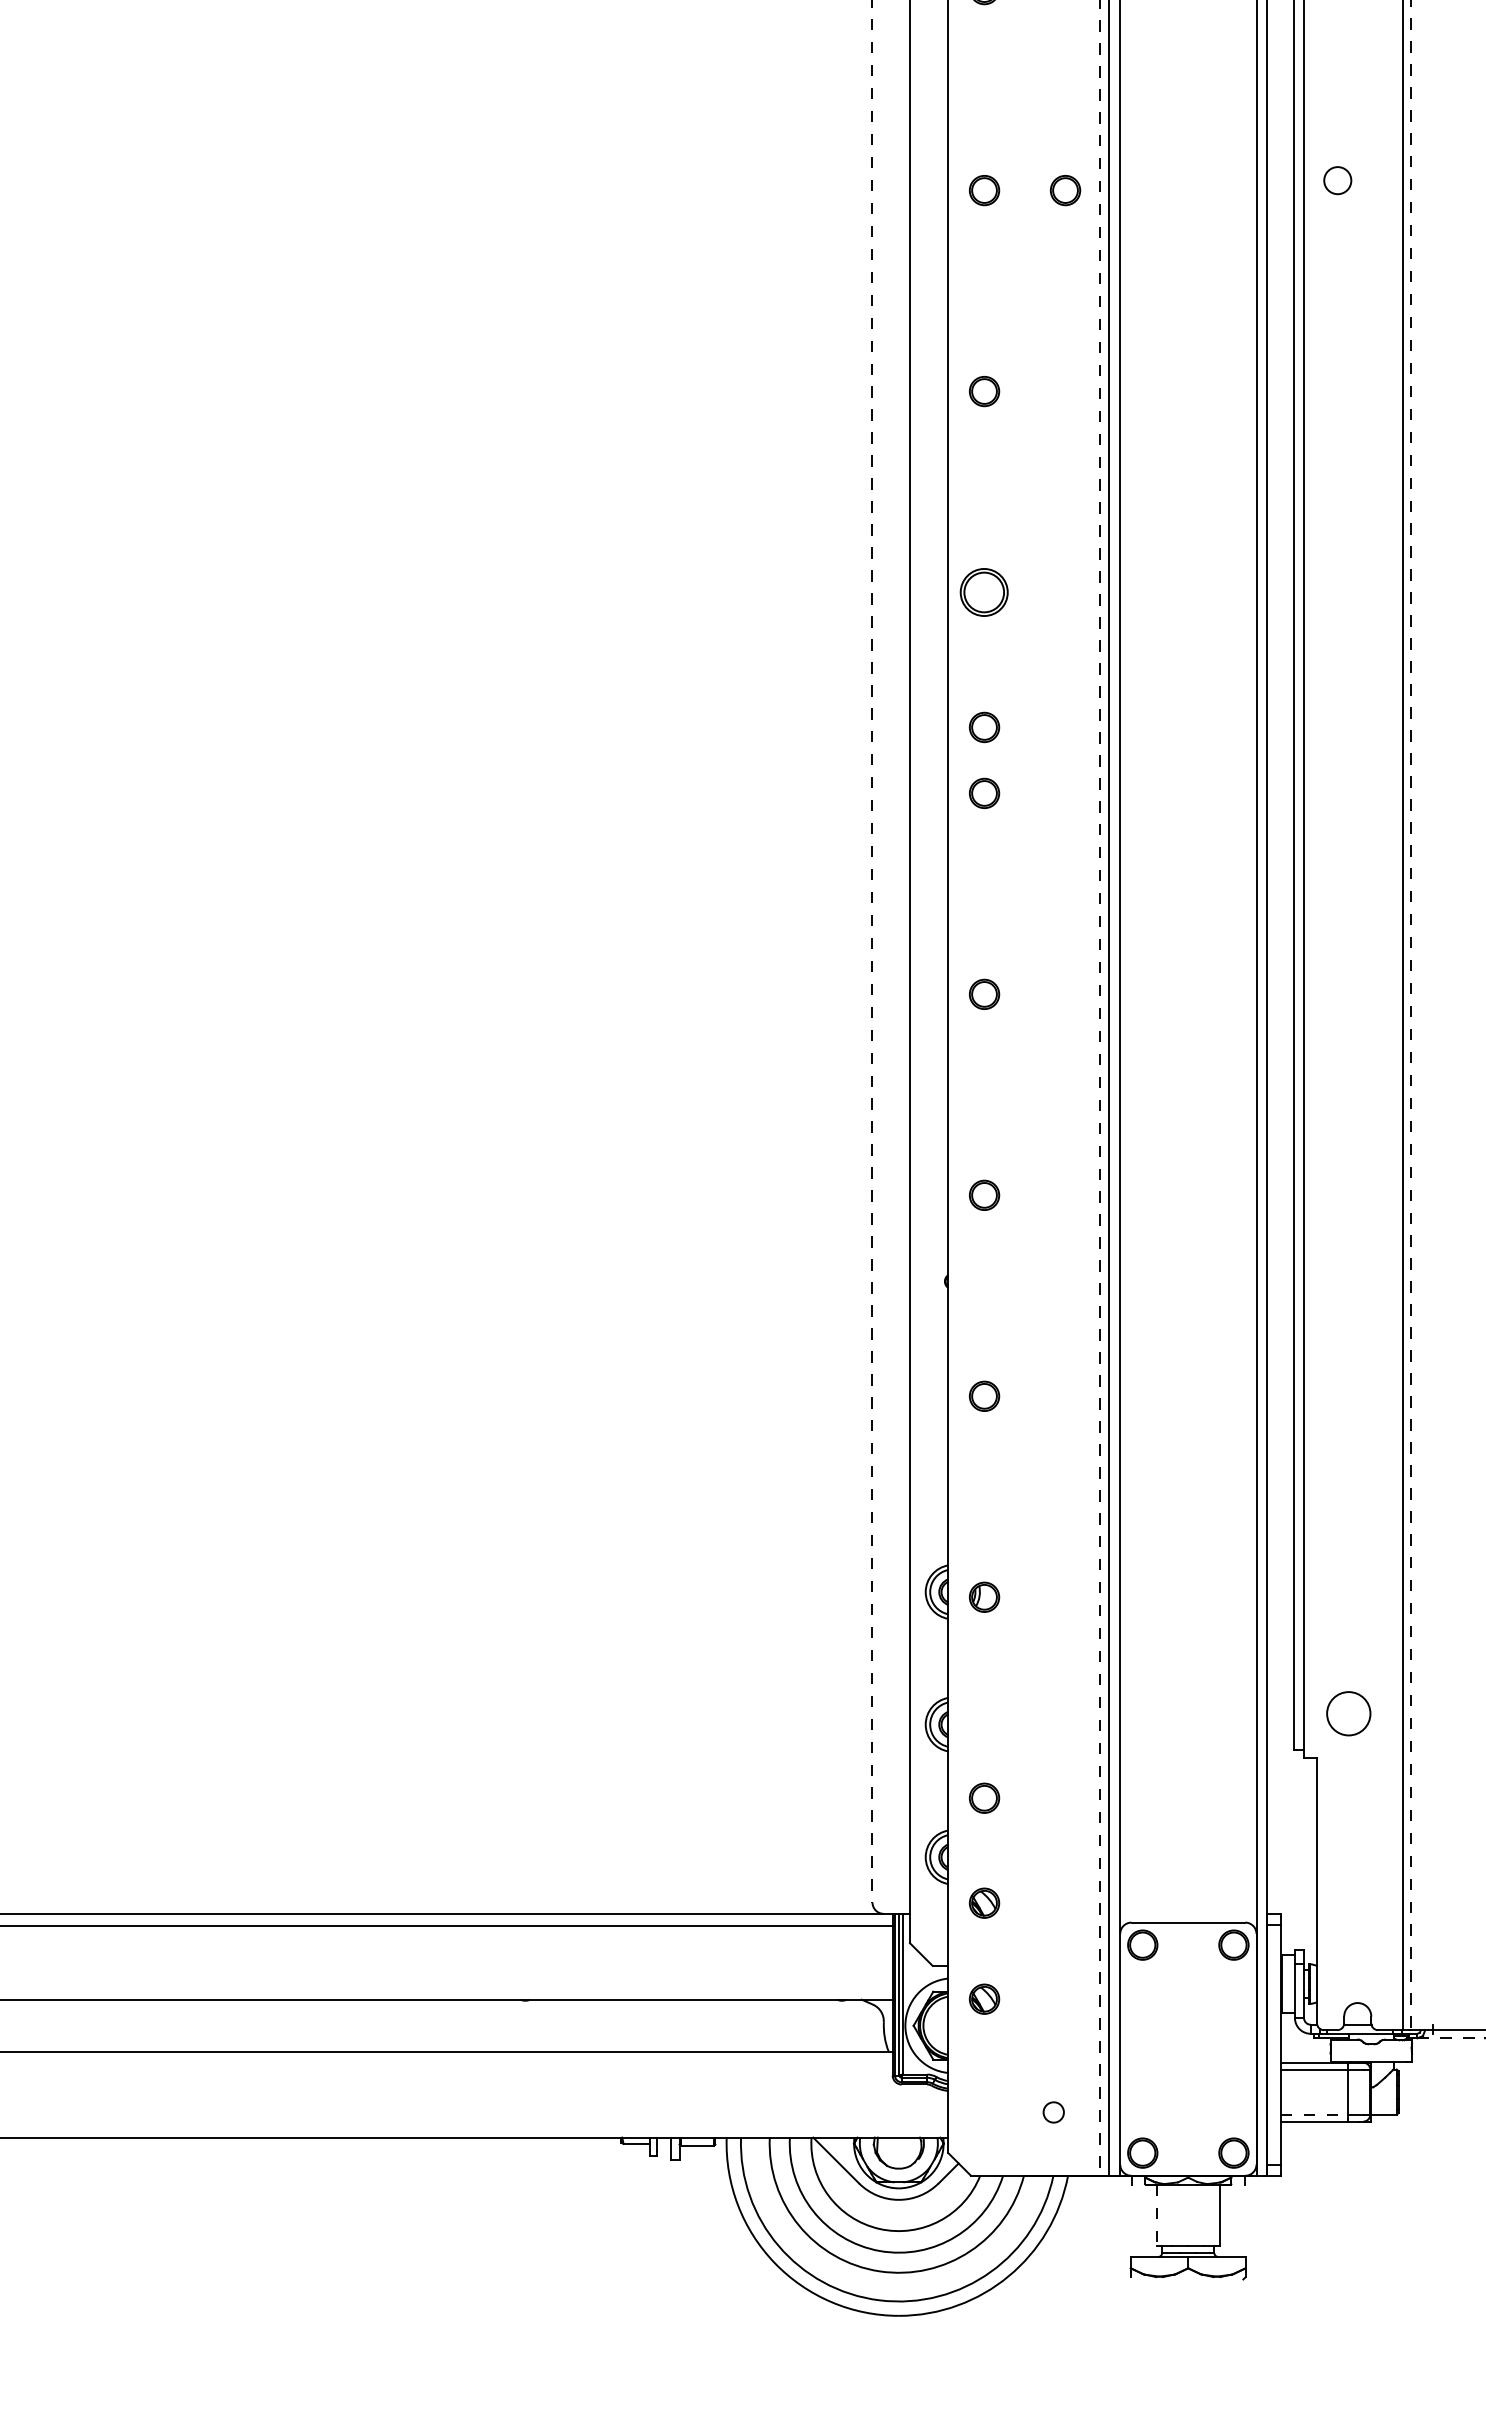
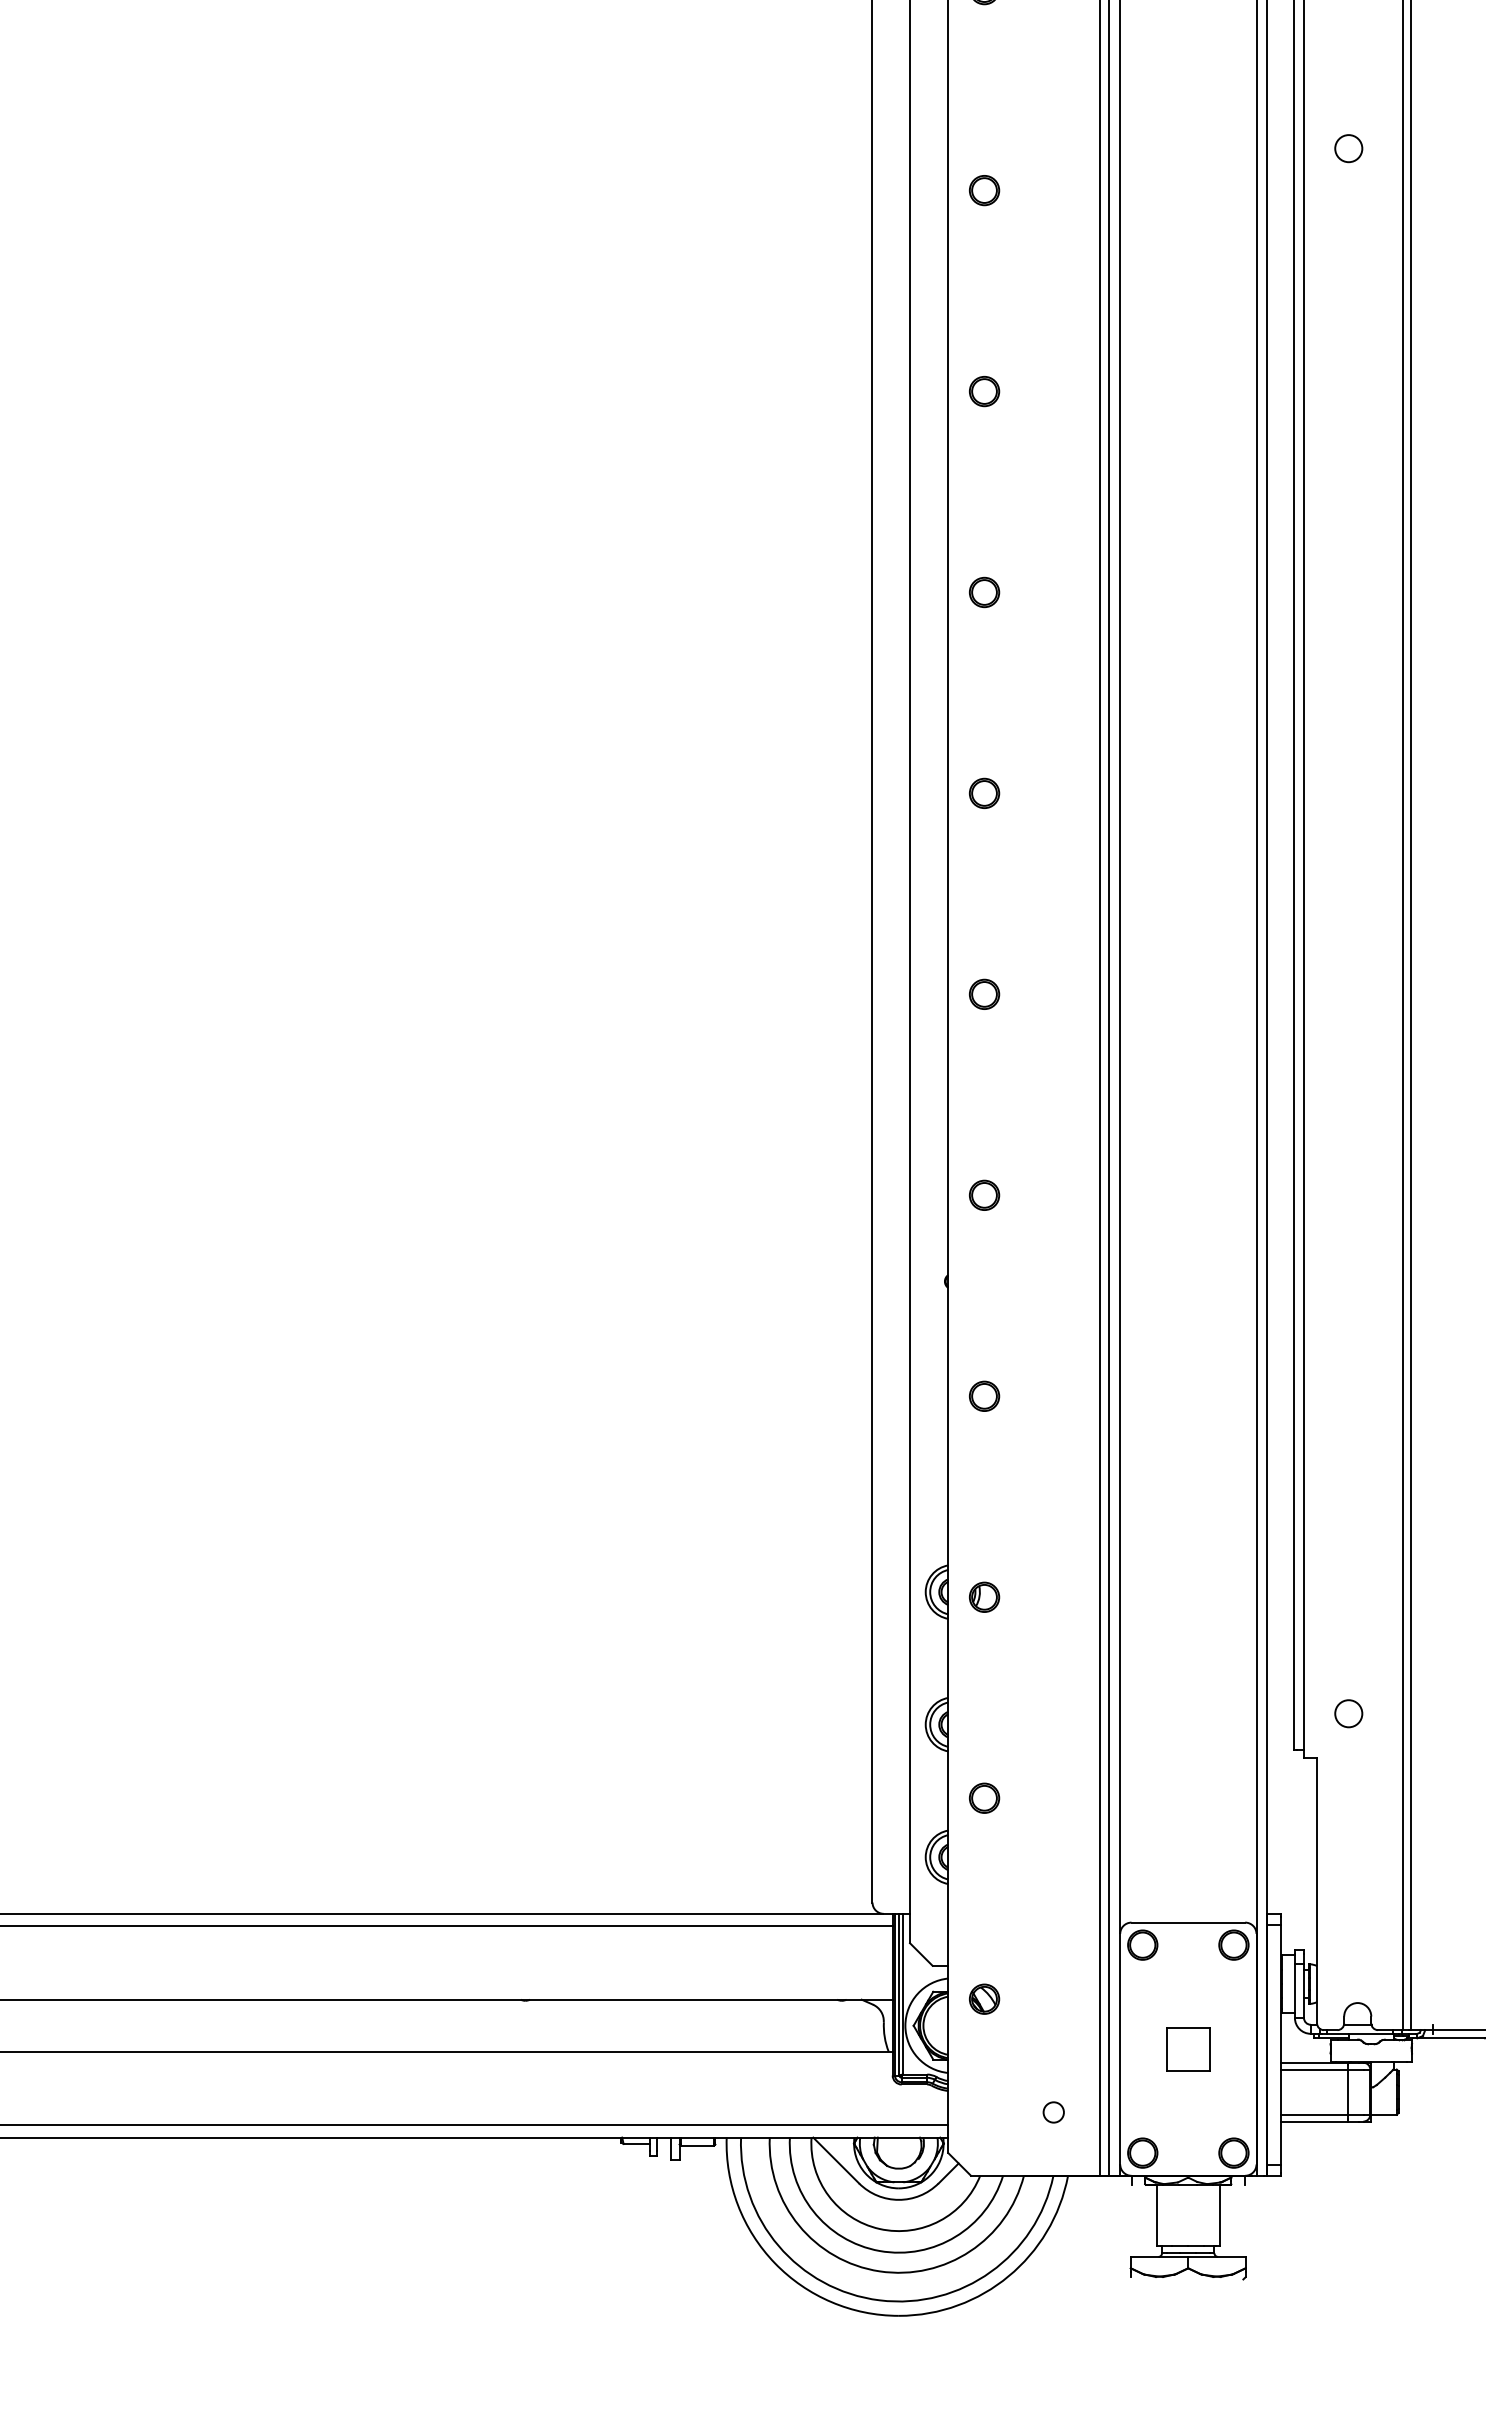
circle at (1337, 180) position: (1337, 180) -> (1348, 148)
part at (1065, 190): present -> none
part at (983, 592) size: 50x49 px -> 32x33 px
part at (984, 726): present -> none
line at (872, 951): dashed -> solid
line at (1411, 1015): dashed -> solid
line at (1100, 1089): dashed -> solid
circle at (1348, 1713) diameter: 43 px -> 27 px
part at (984, 1902): present -> none
line at (1451, 2038): dashed -> solid
part at (1188, 2049): none -> present
line at (1314, 2114): dashed -> solid
line at (475, 2124): none -> present
line at (1156, 2215): dashed -> solid
